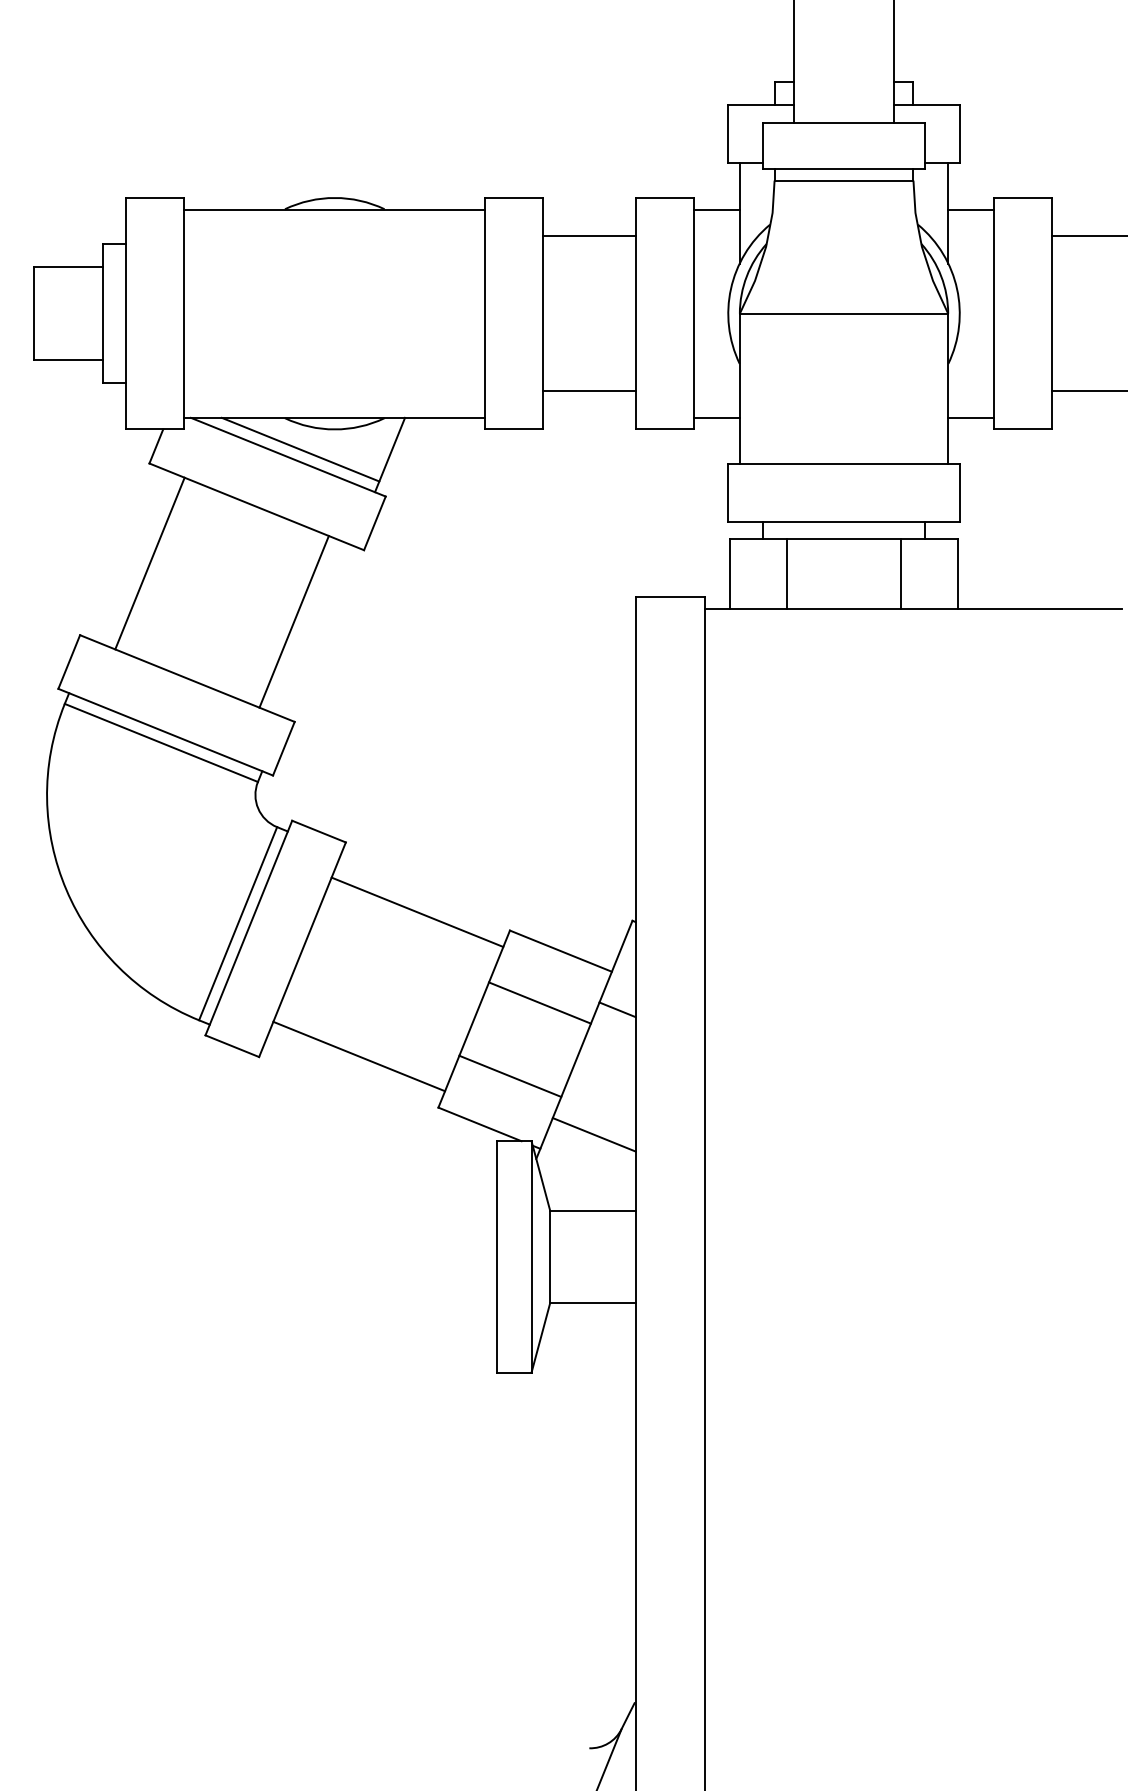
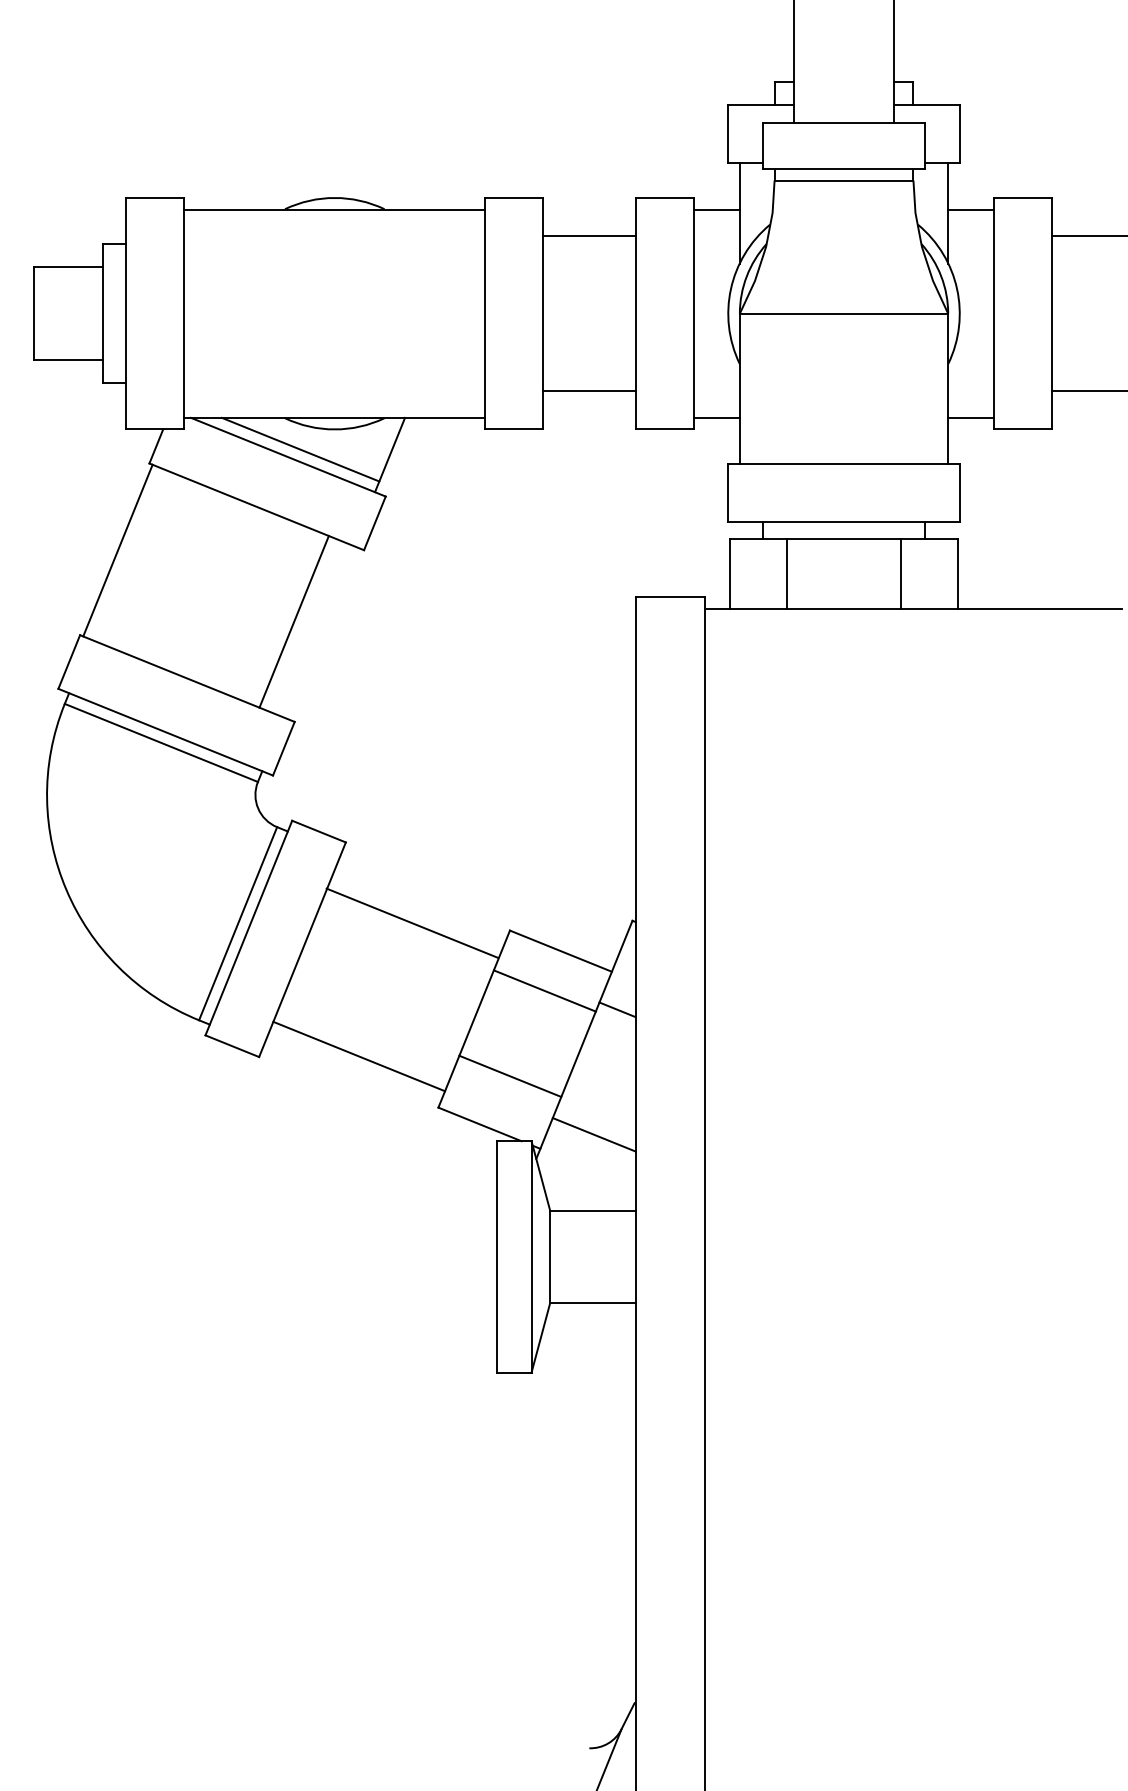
line at (149, 563) position: (149, 563) -> (117, 550)
line at (417, 911) position: (417, 911) -> (412, 922)
line at (539, 1002) position: (539, 1002) -> (544, 990)
